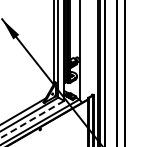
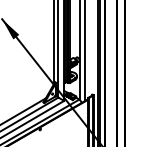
line at (85, 51): none -> present
line at (32, 119): dashed -> solid
